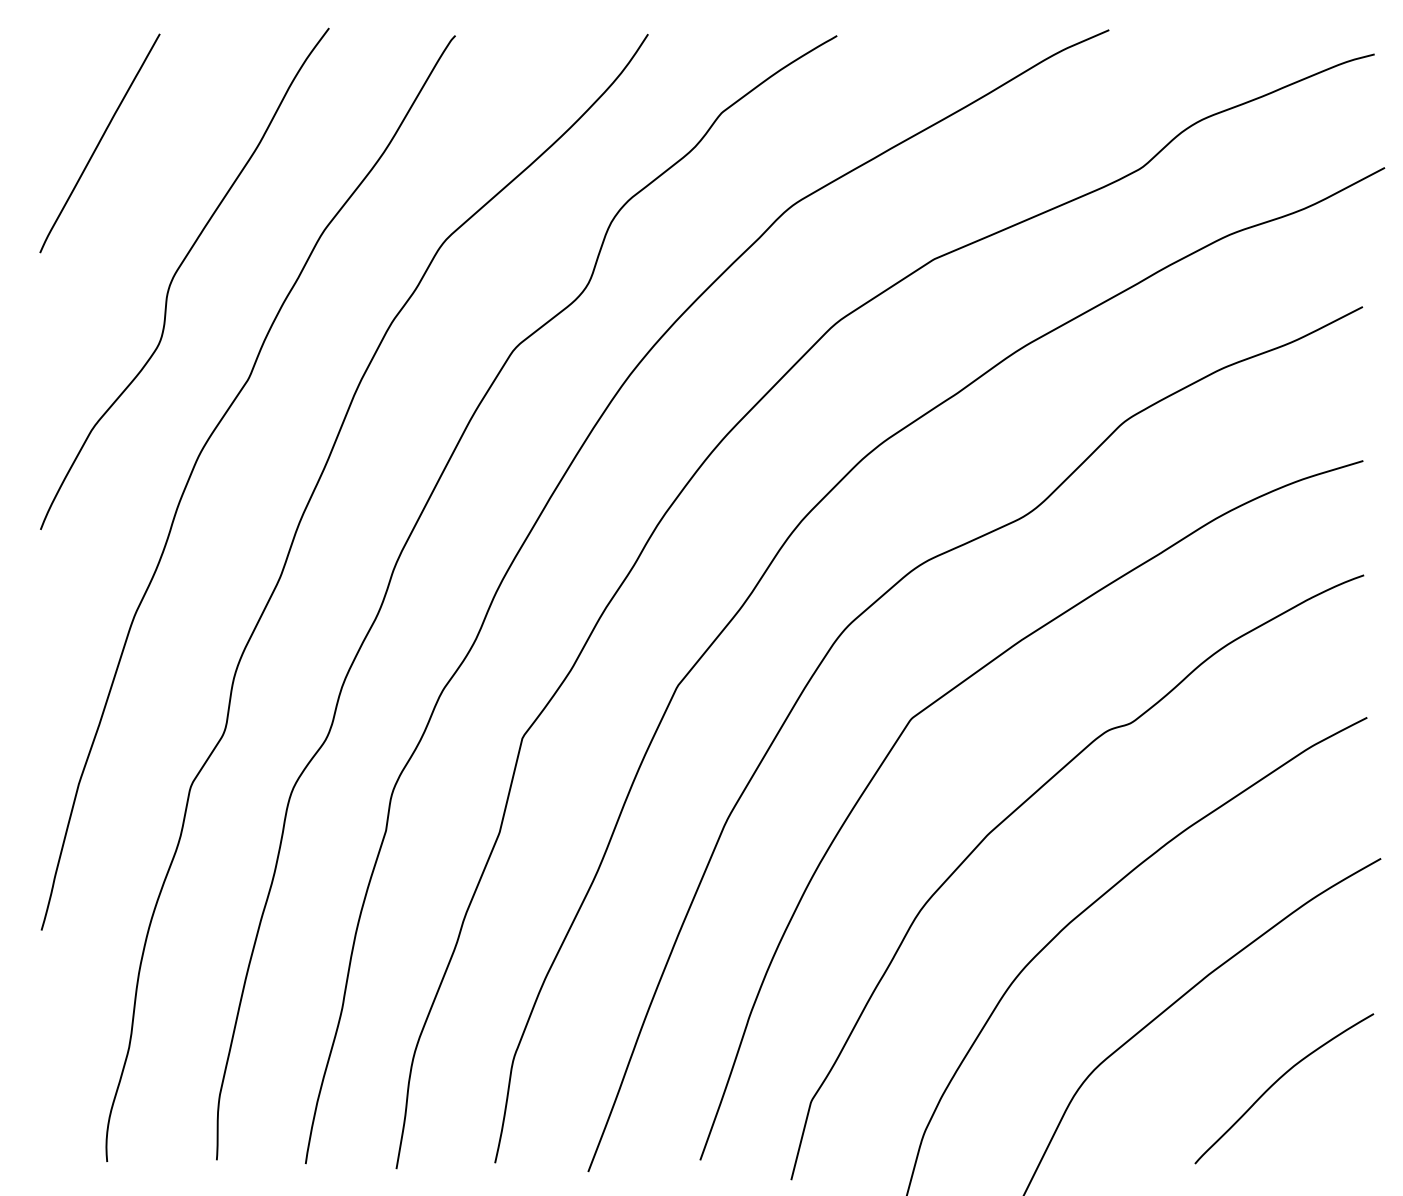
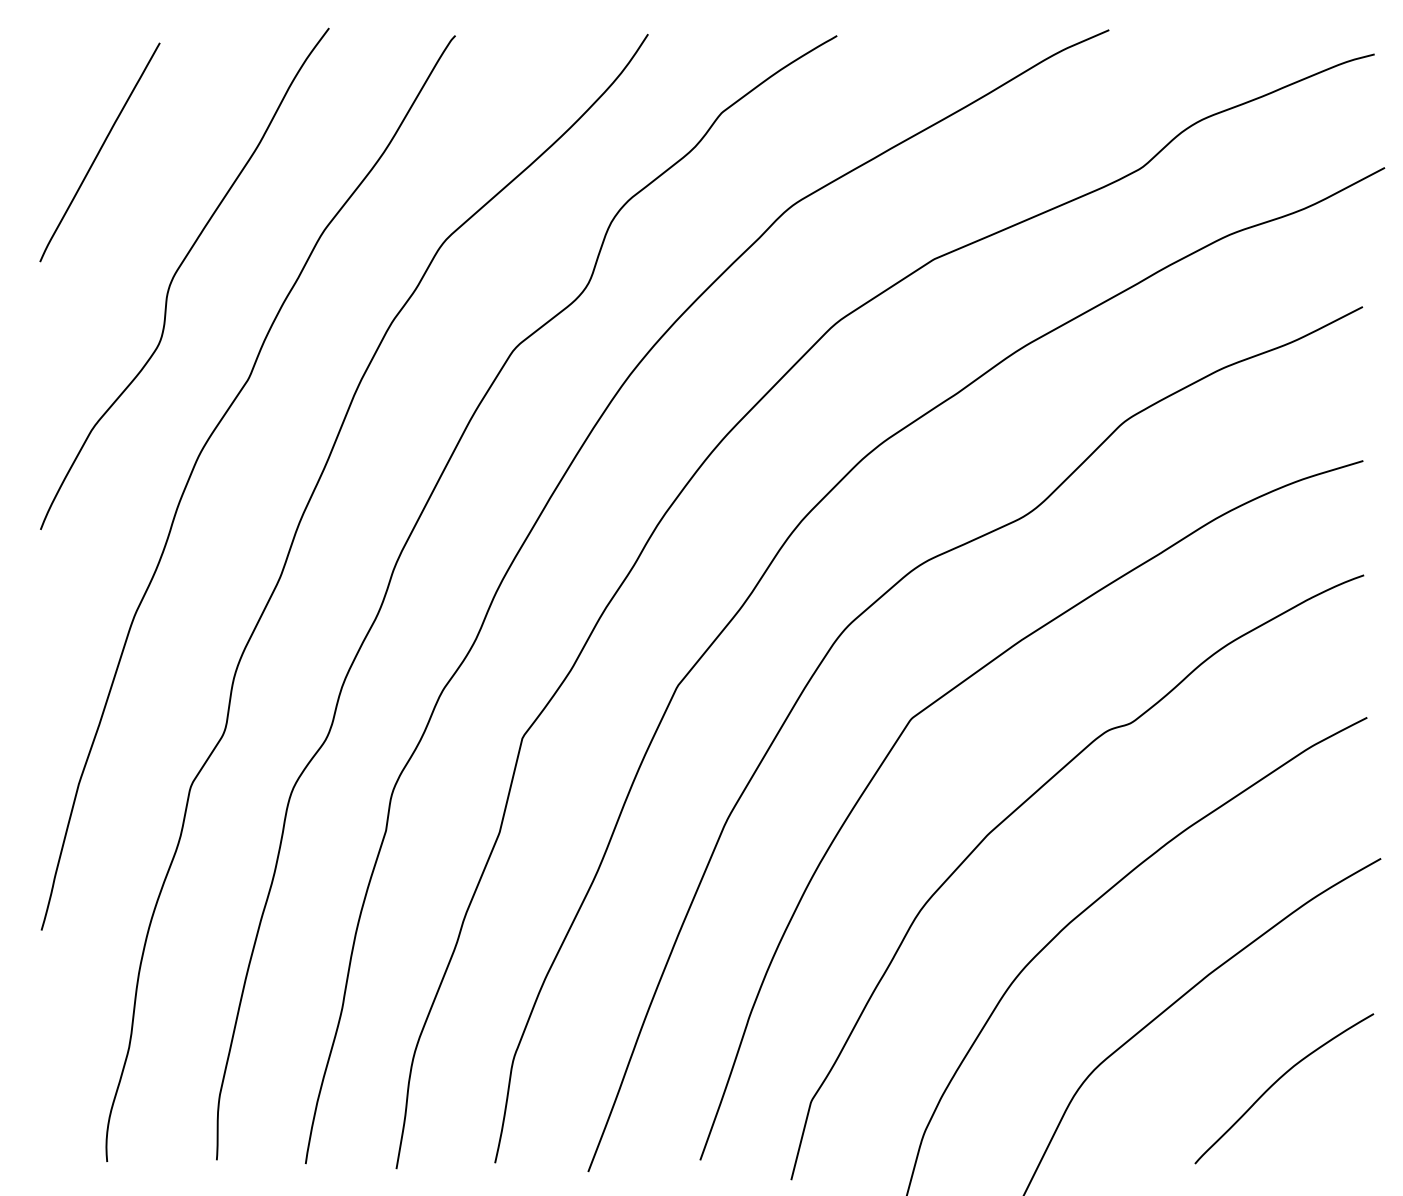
curve at (99, 143) position: (99, 143) -> (99, 152)
